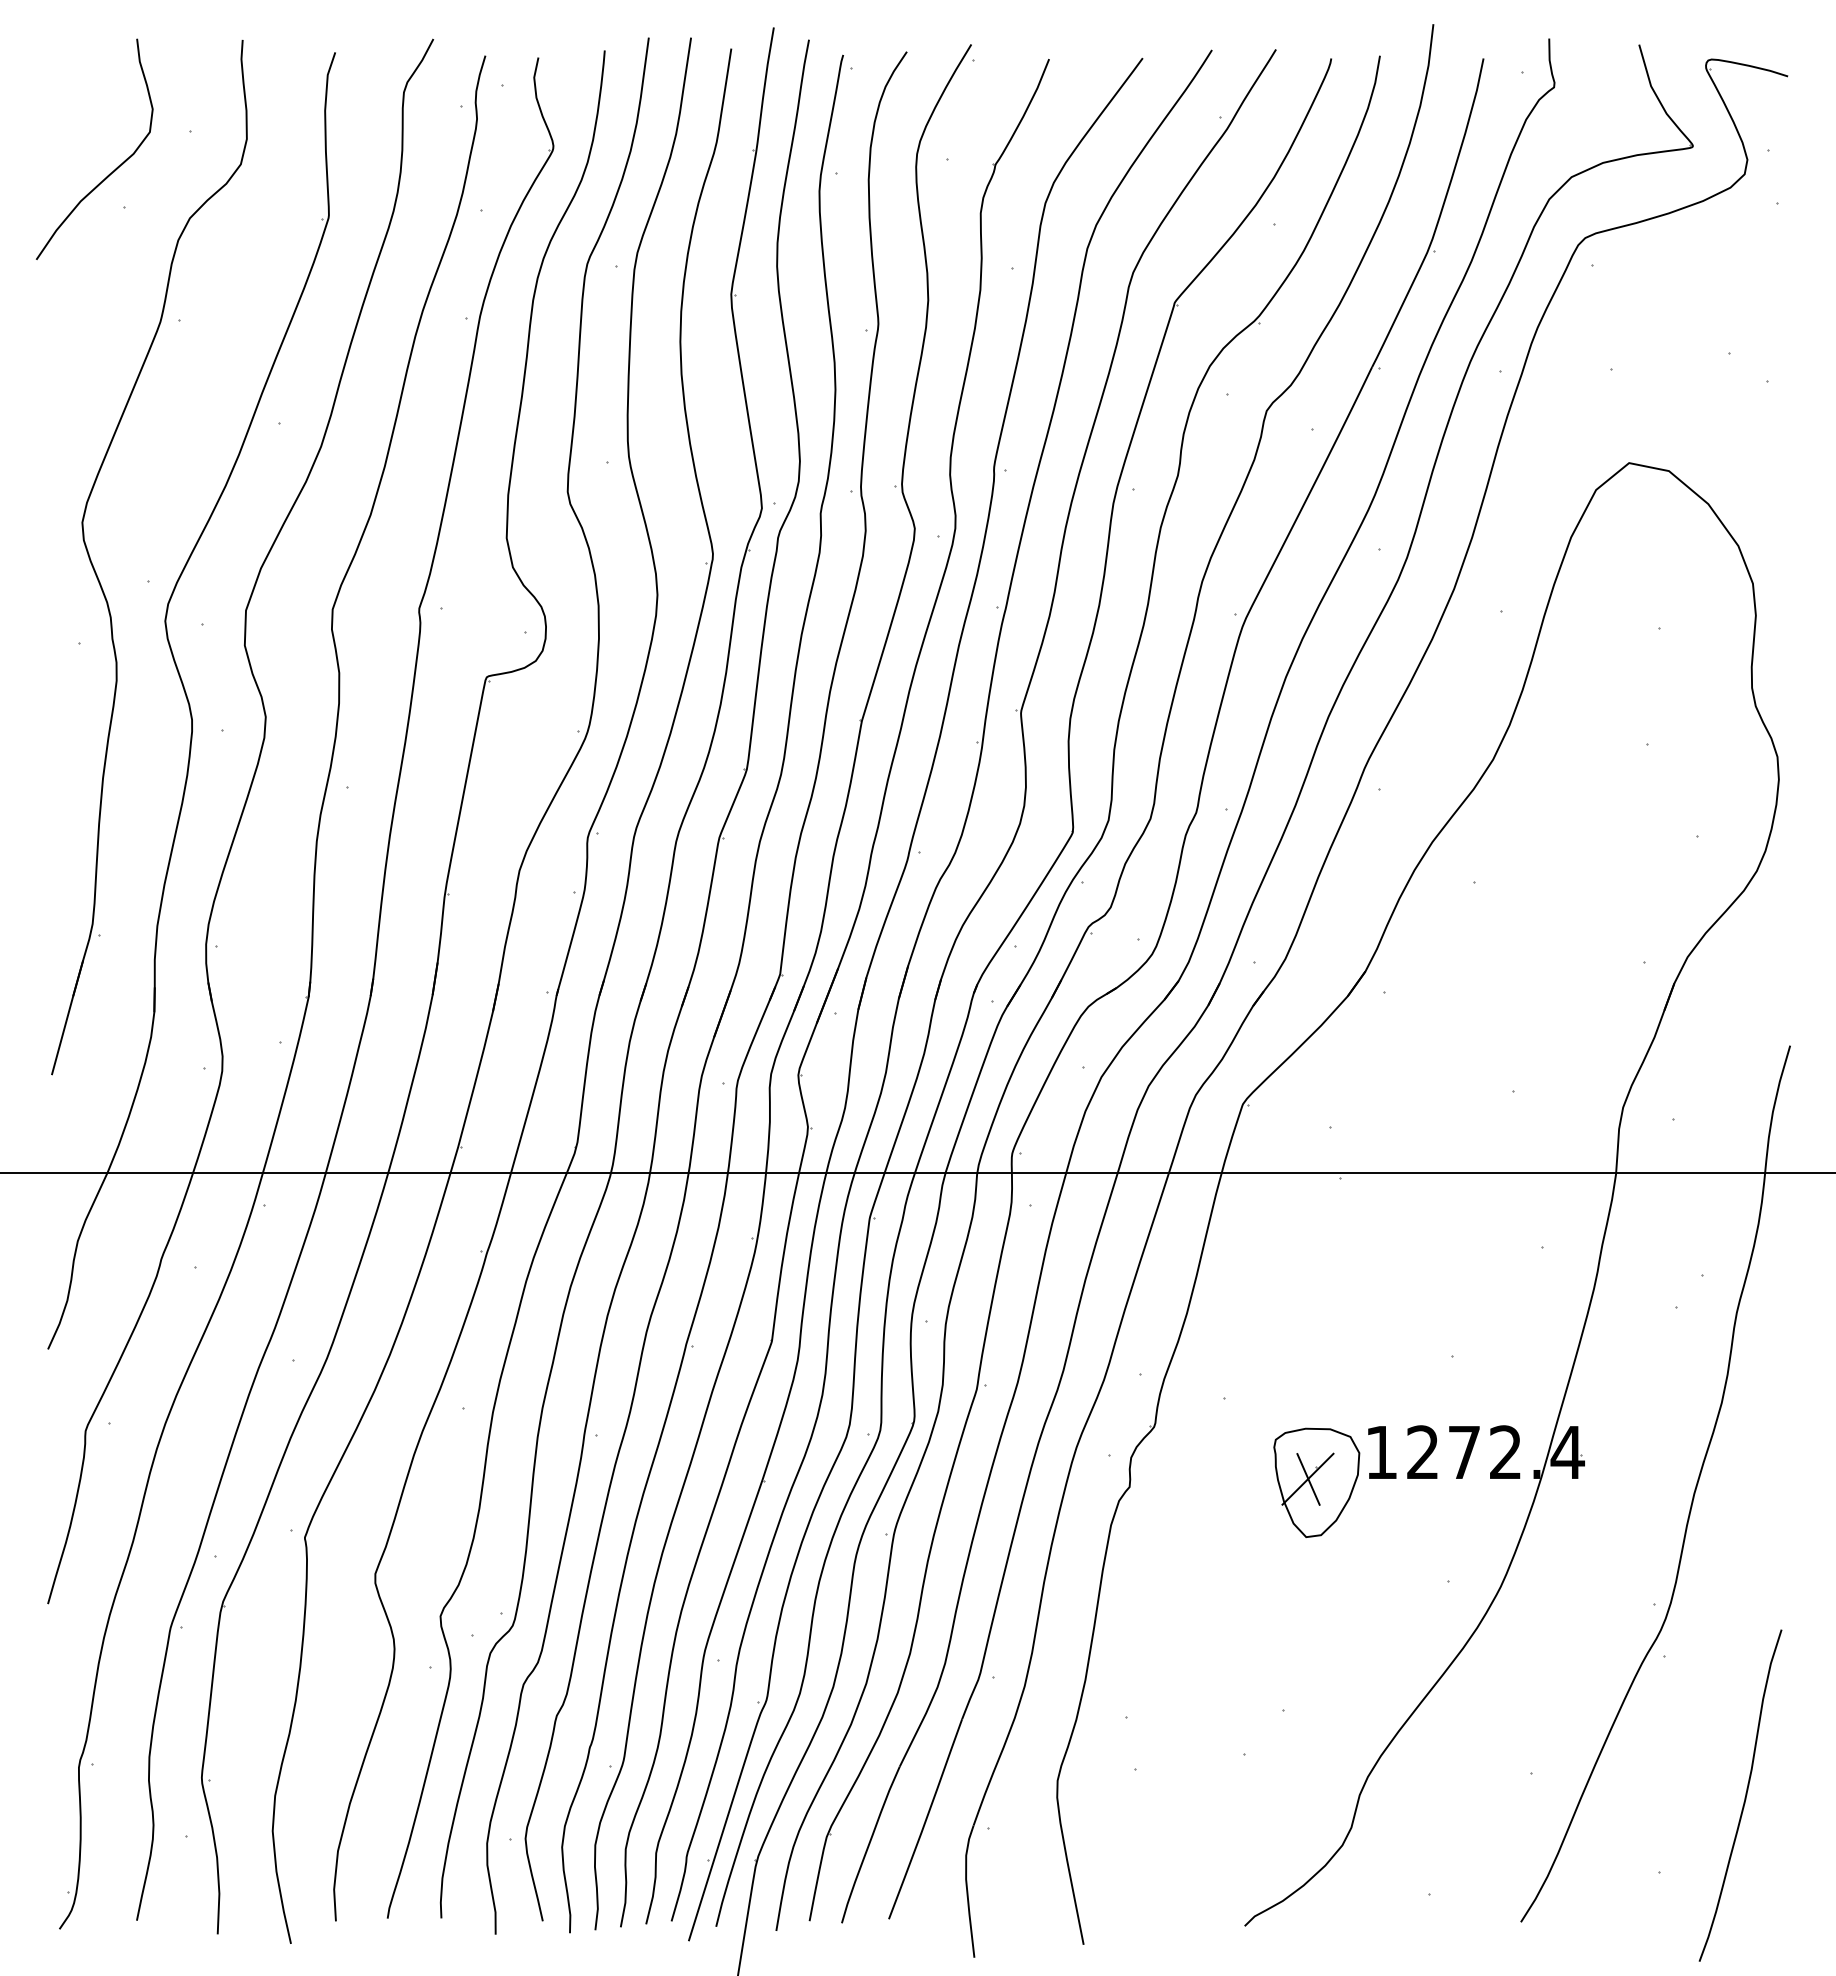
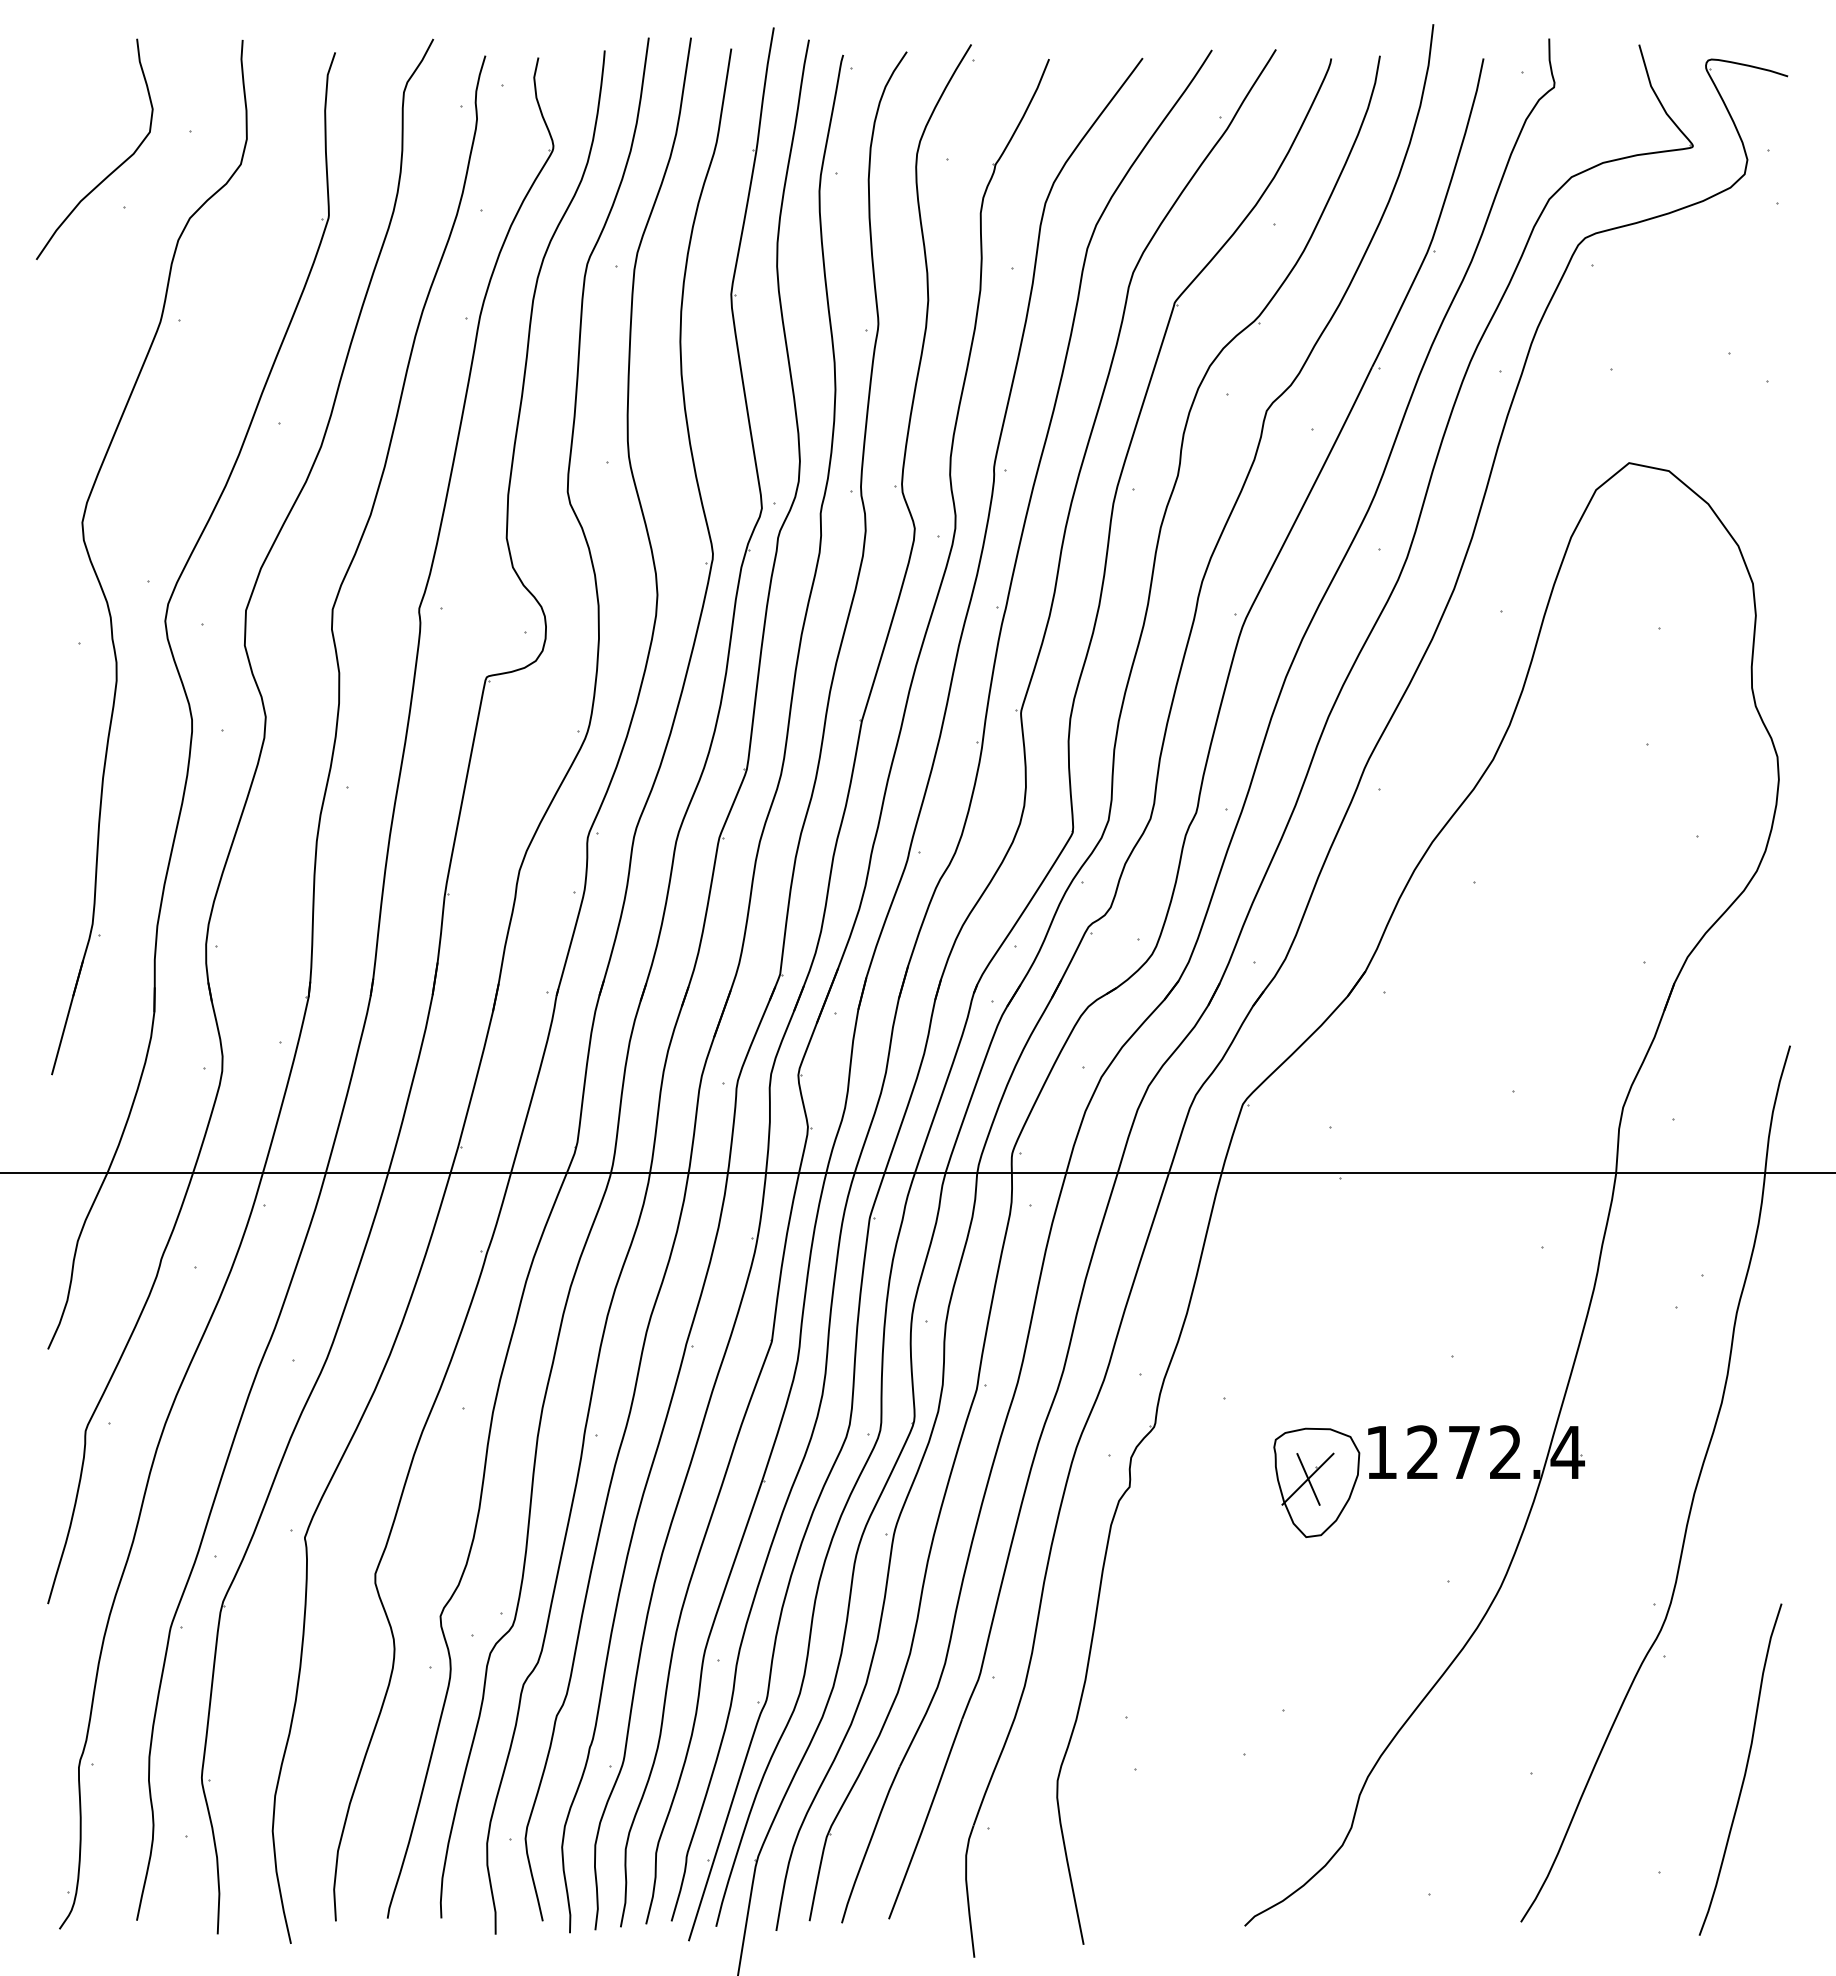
curve at (1744, 1797) position: (1744, 1797) -> (1744, 1771)
